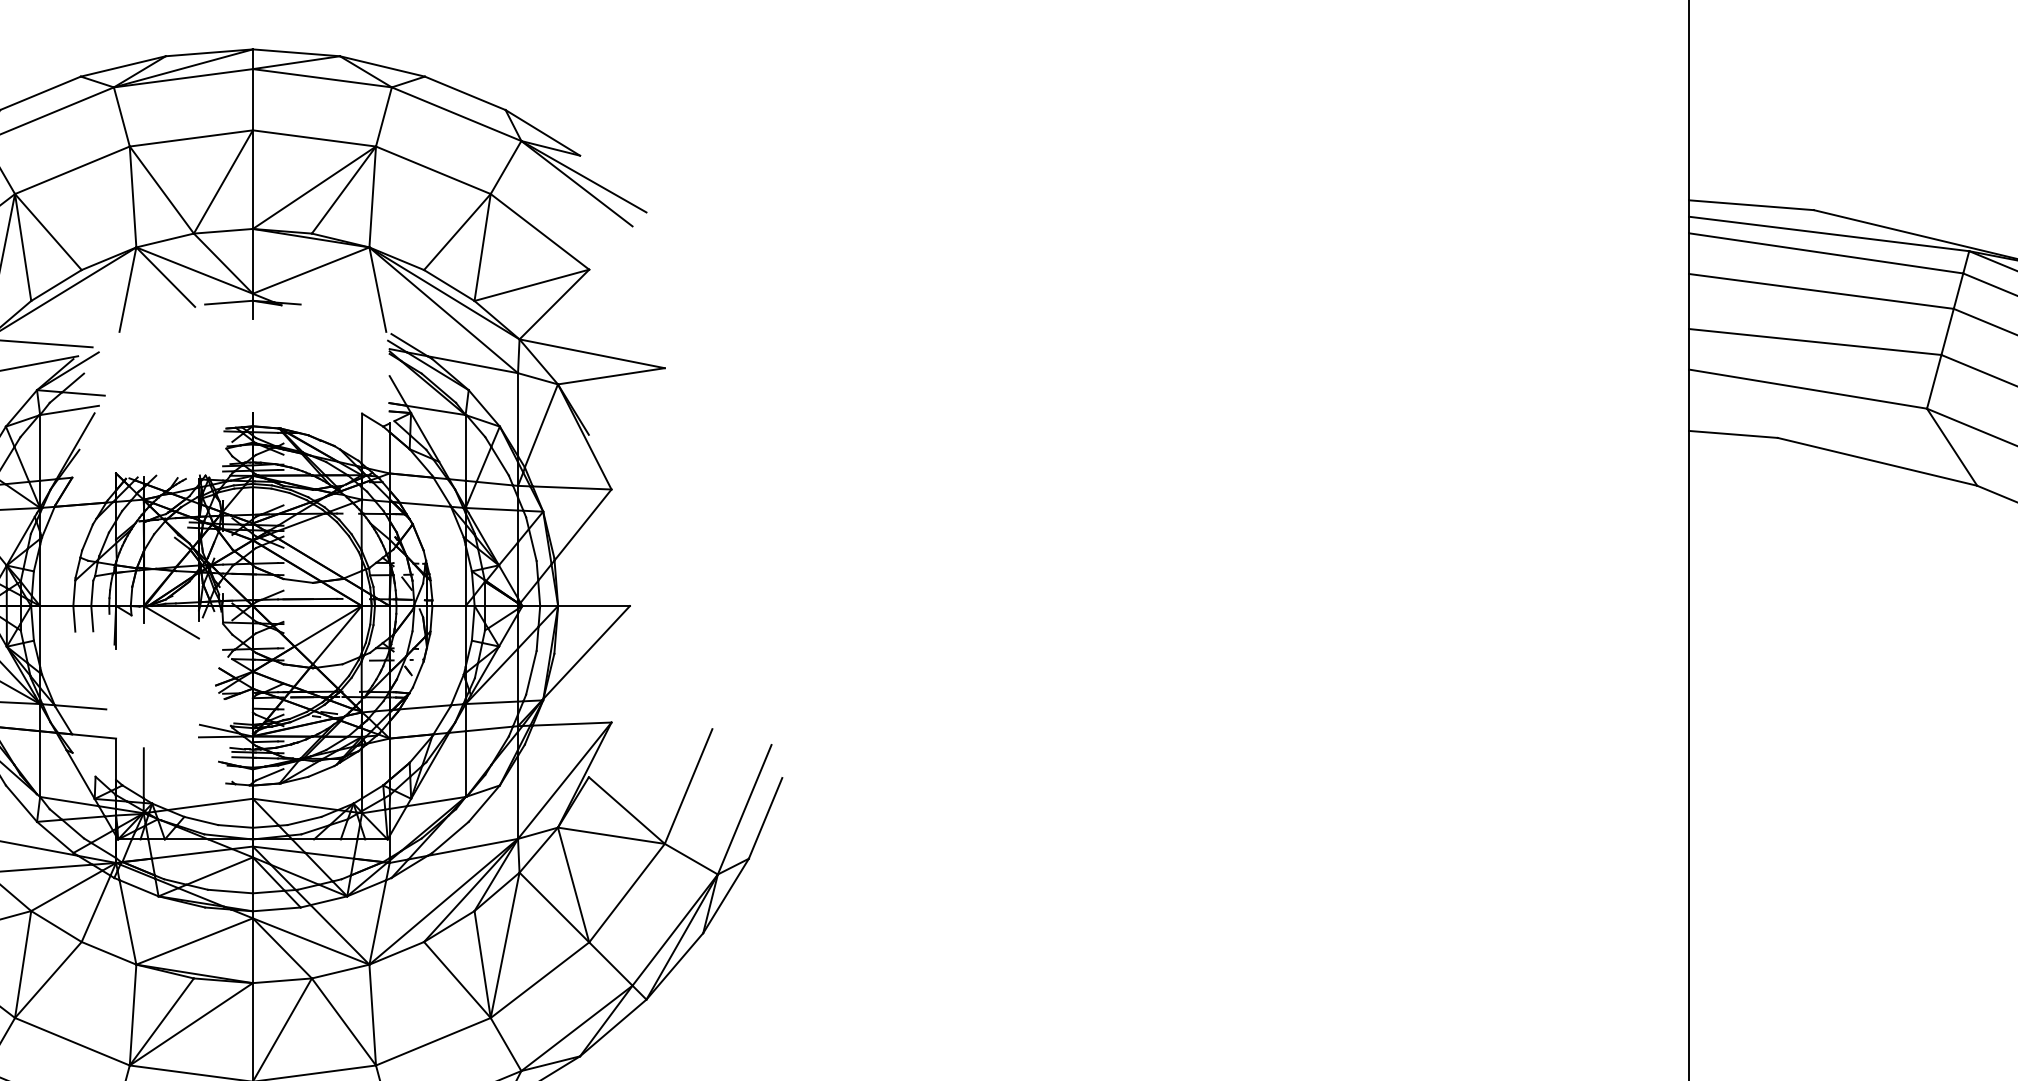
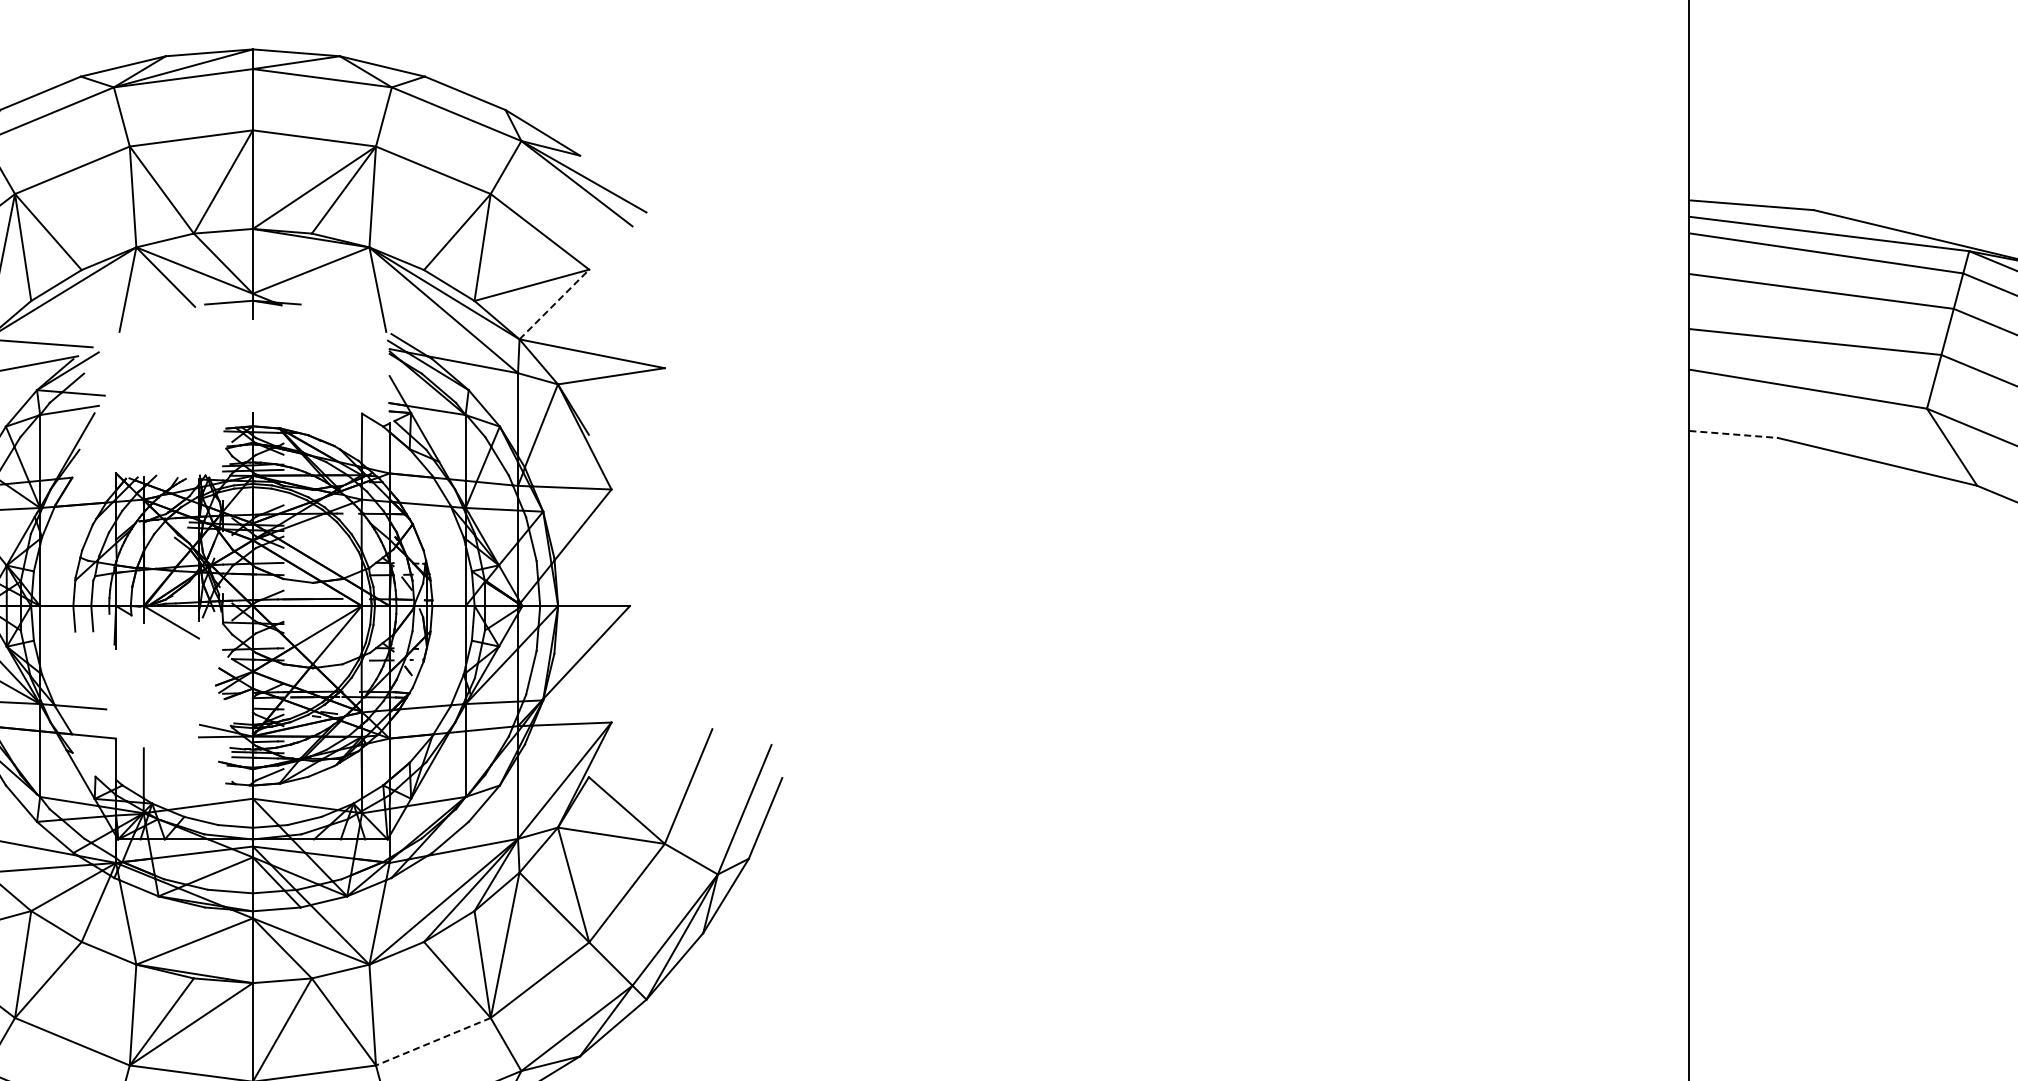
line at (554, 304): solid -> dashed
line at (1734, 434): solid -> dashed
line at (432, 1041): solid -> dashed
